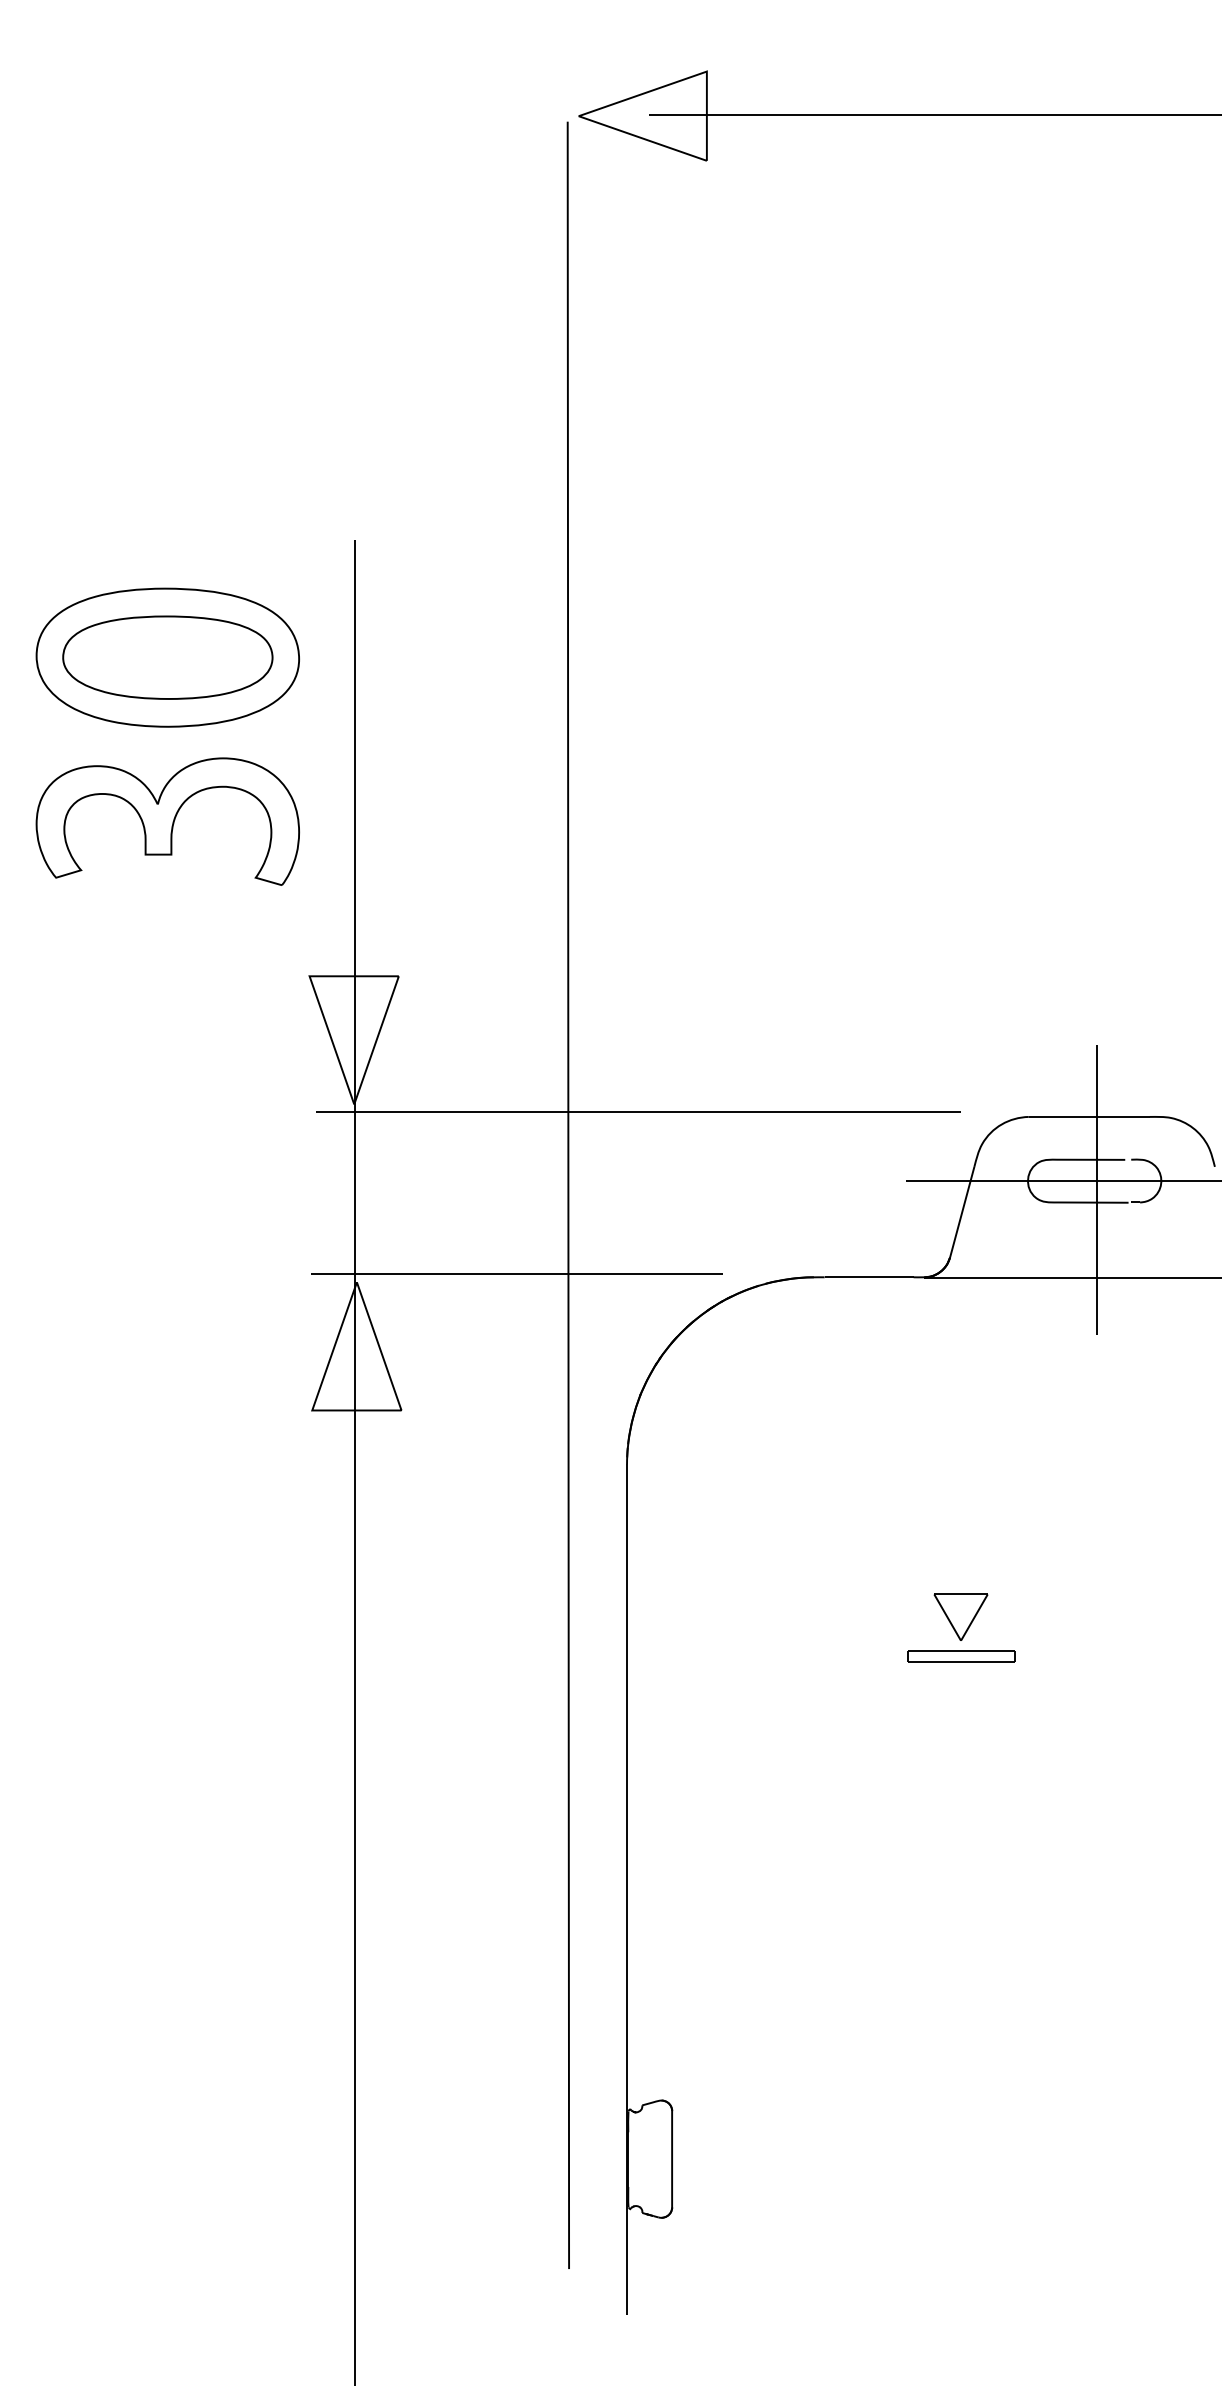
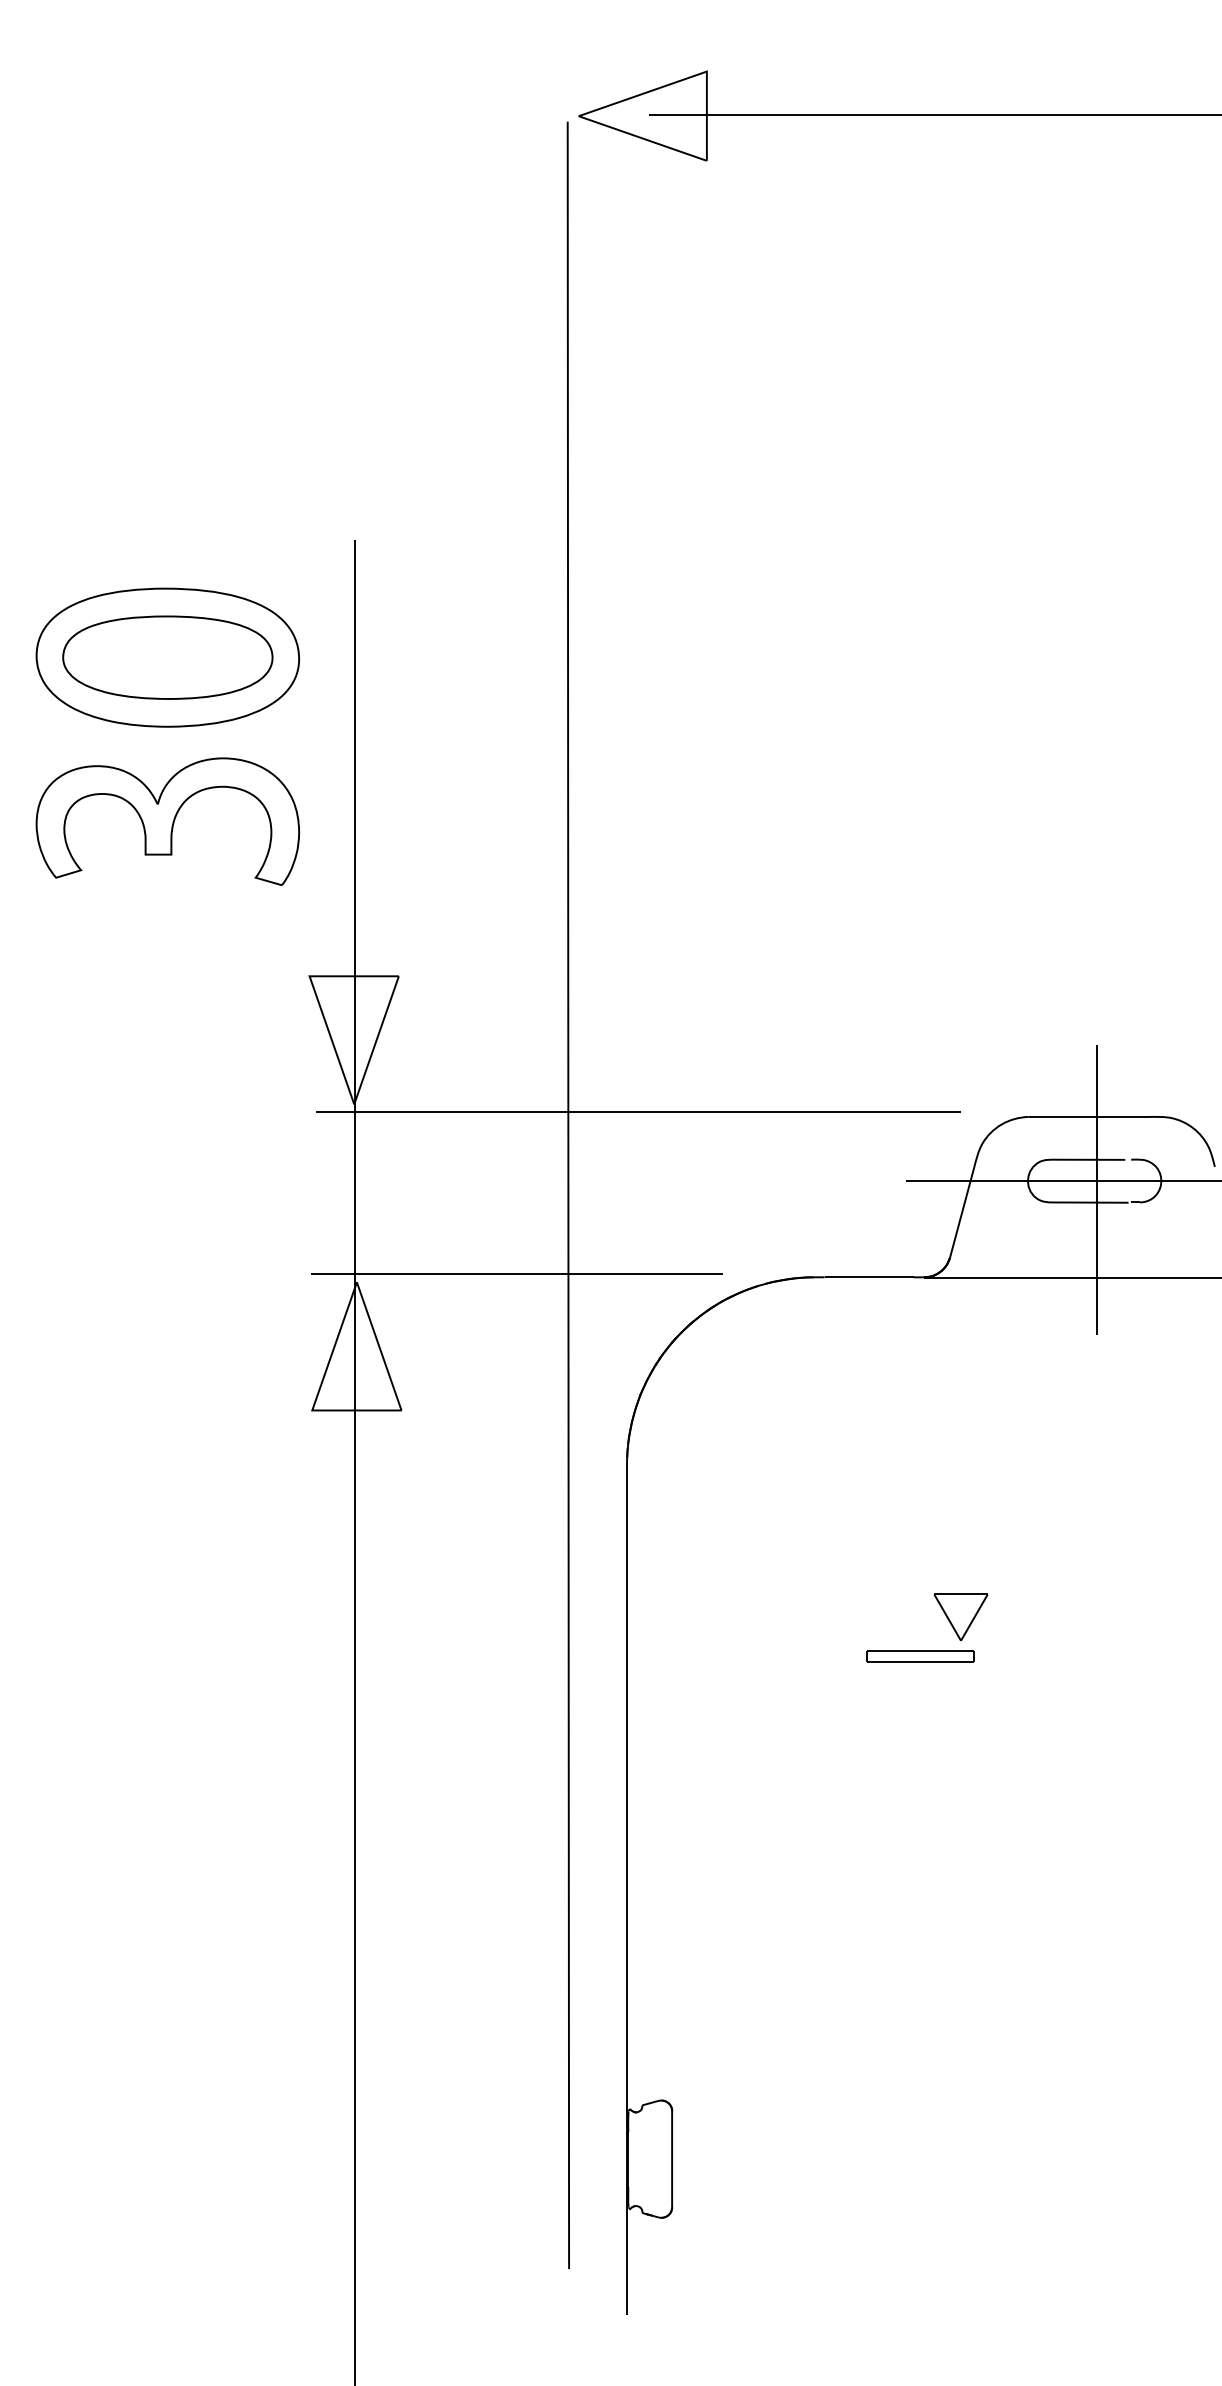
part at (961, 1656) position: (961, 1656) -> (920, 1656)
